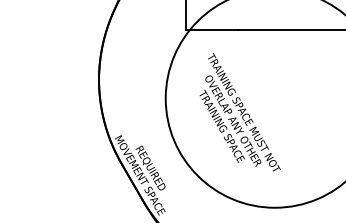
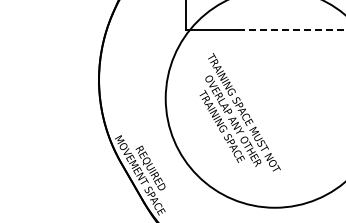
line at (291, 29): solid -> dashed
